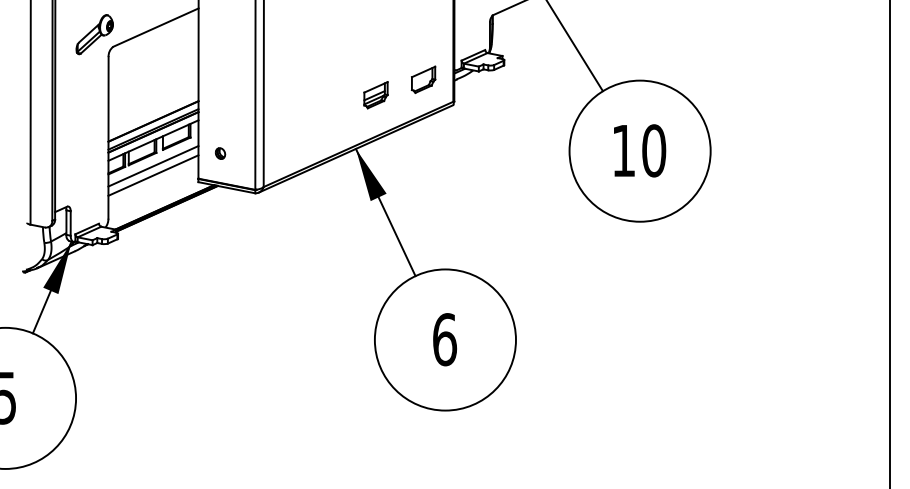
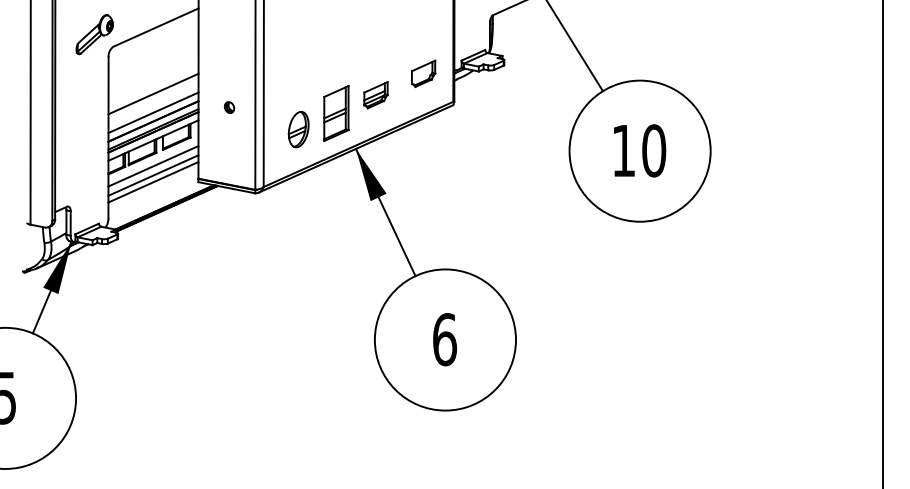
part at (423, 79) position: (423, 79) -> (423, 73)
line at (153, 93): none -> present
line at (153, 112): none -> present
part at (336, 113): none -> present
part at (298, 129): none -> present
part at (220, 153) position: (220, 153) -> (229, 107)
line at (153, 182): none -> present
line at (889, 243) position: (889, 243) -> (882, 243)
